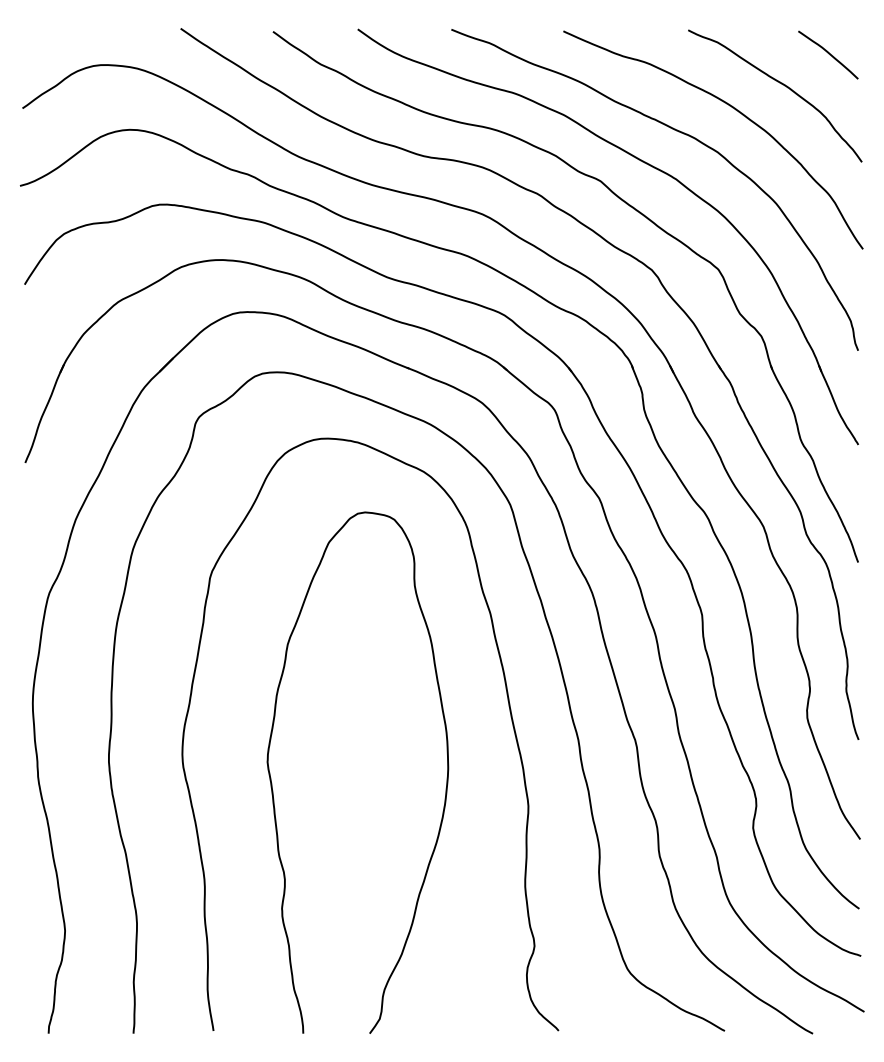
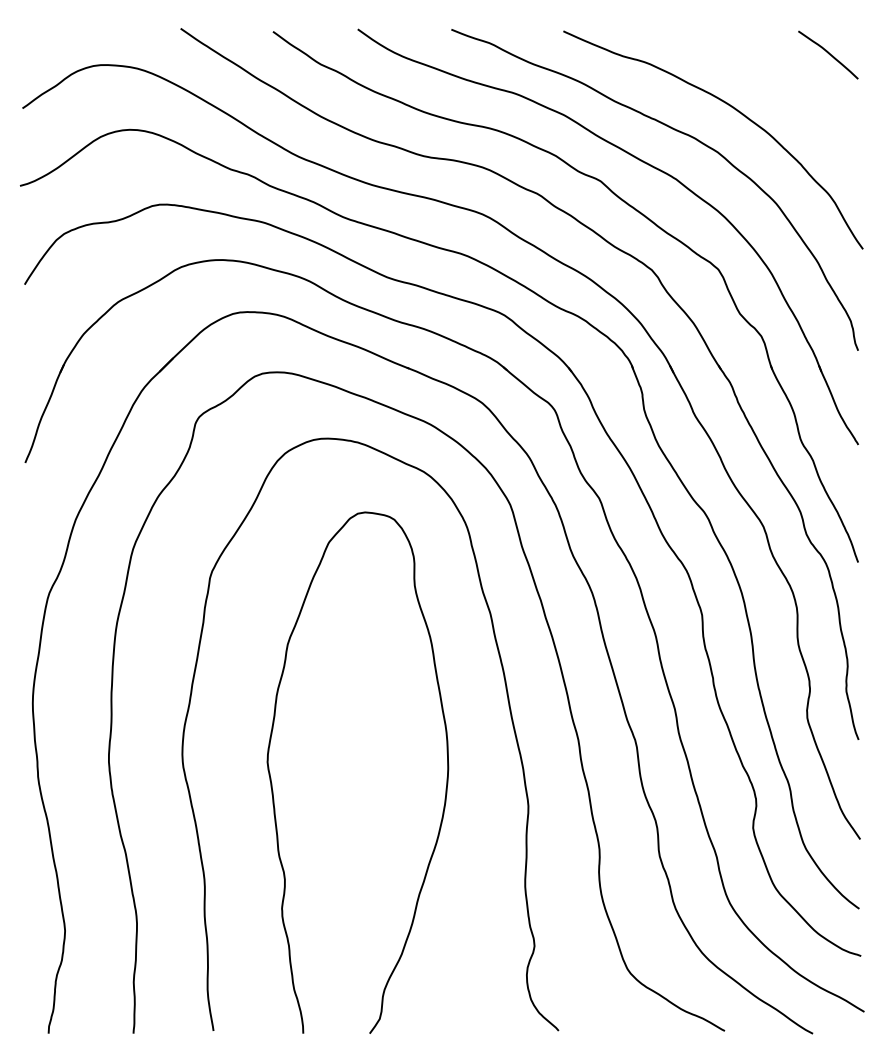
curve at (781, 84): present -> none
